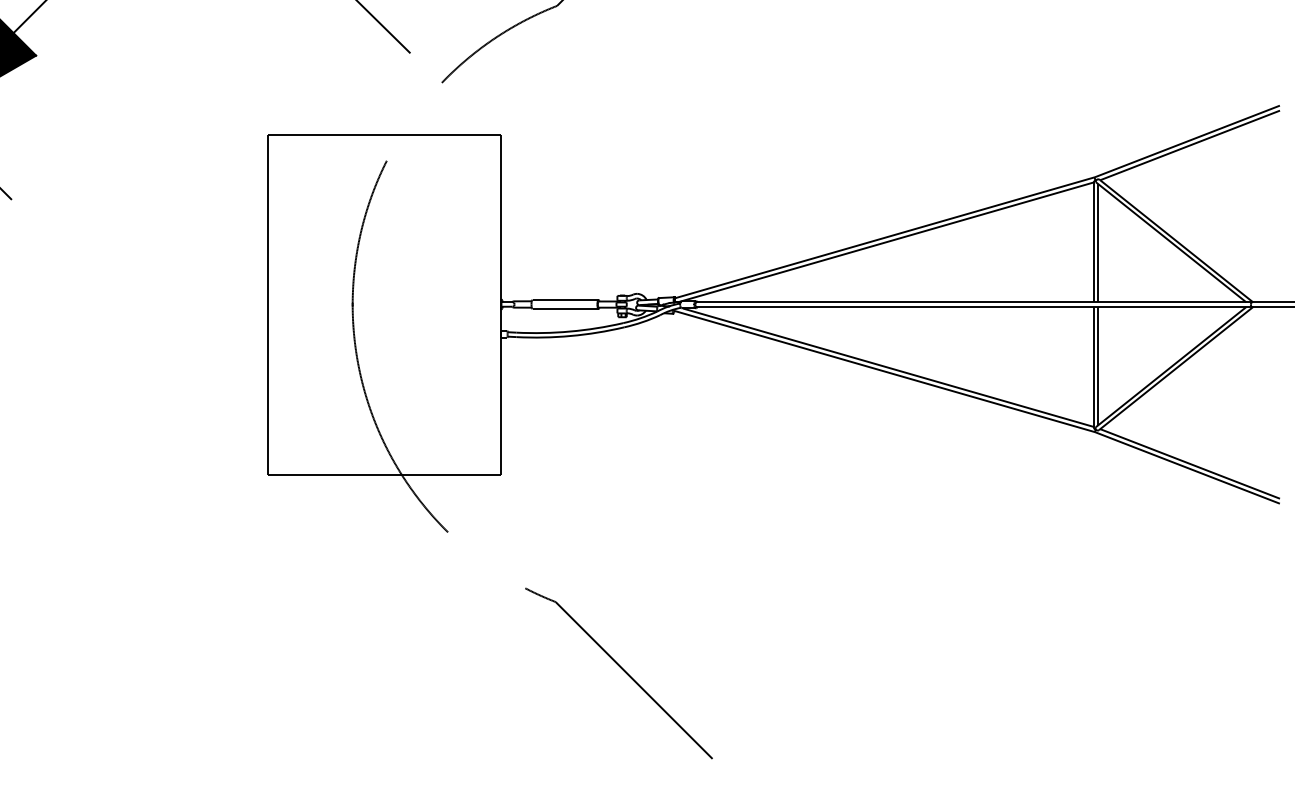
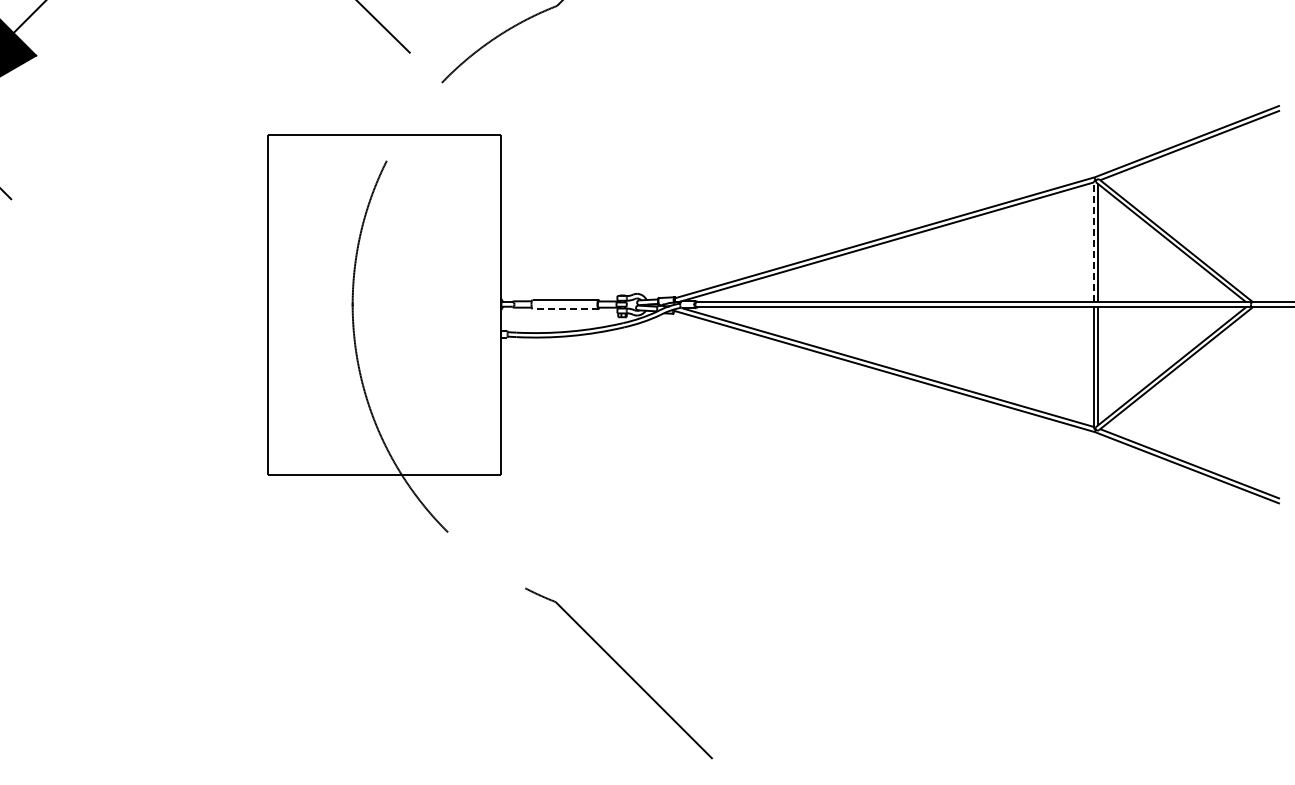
line at (1093, 242): solid -> dashed
line at (565, 309): solid -> dashed
